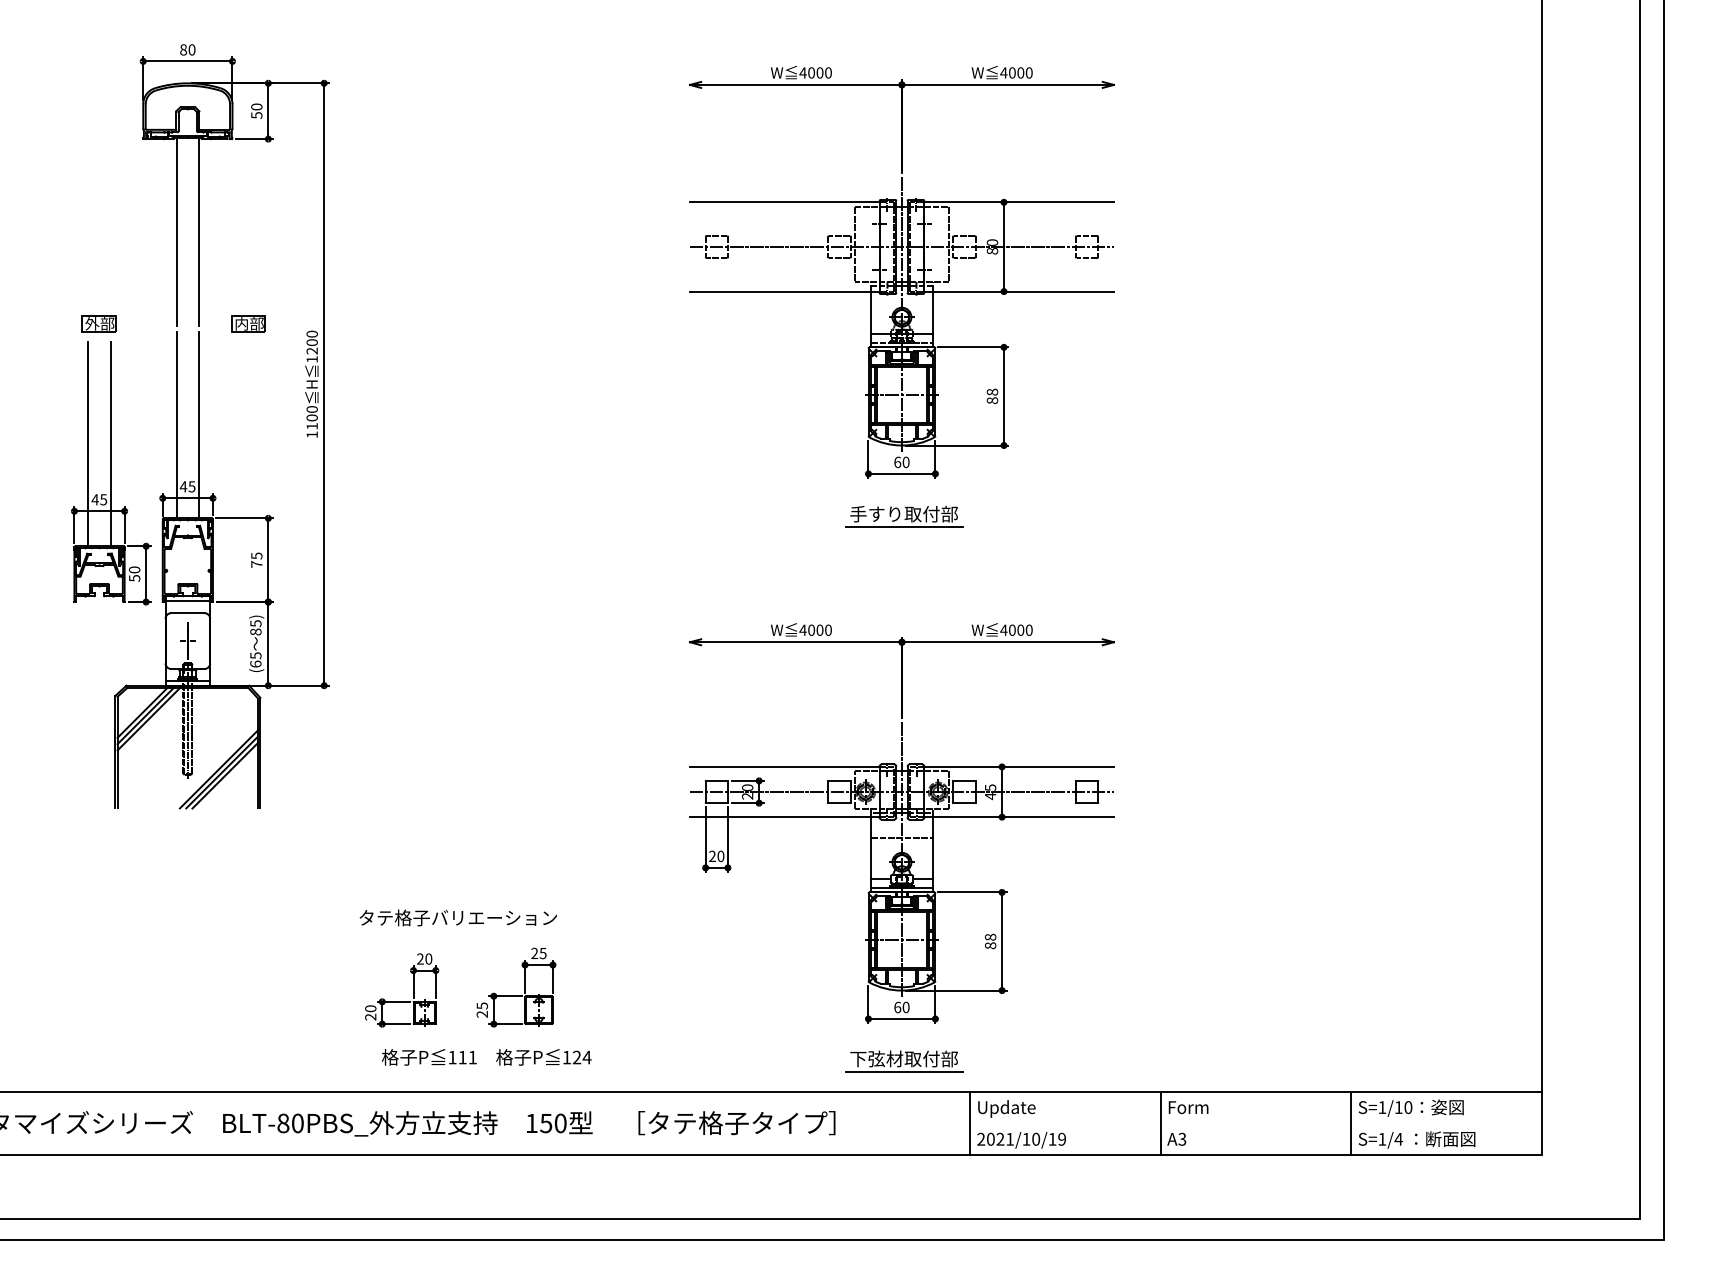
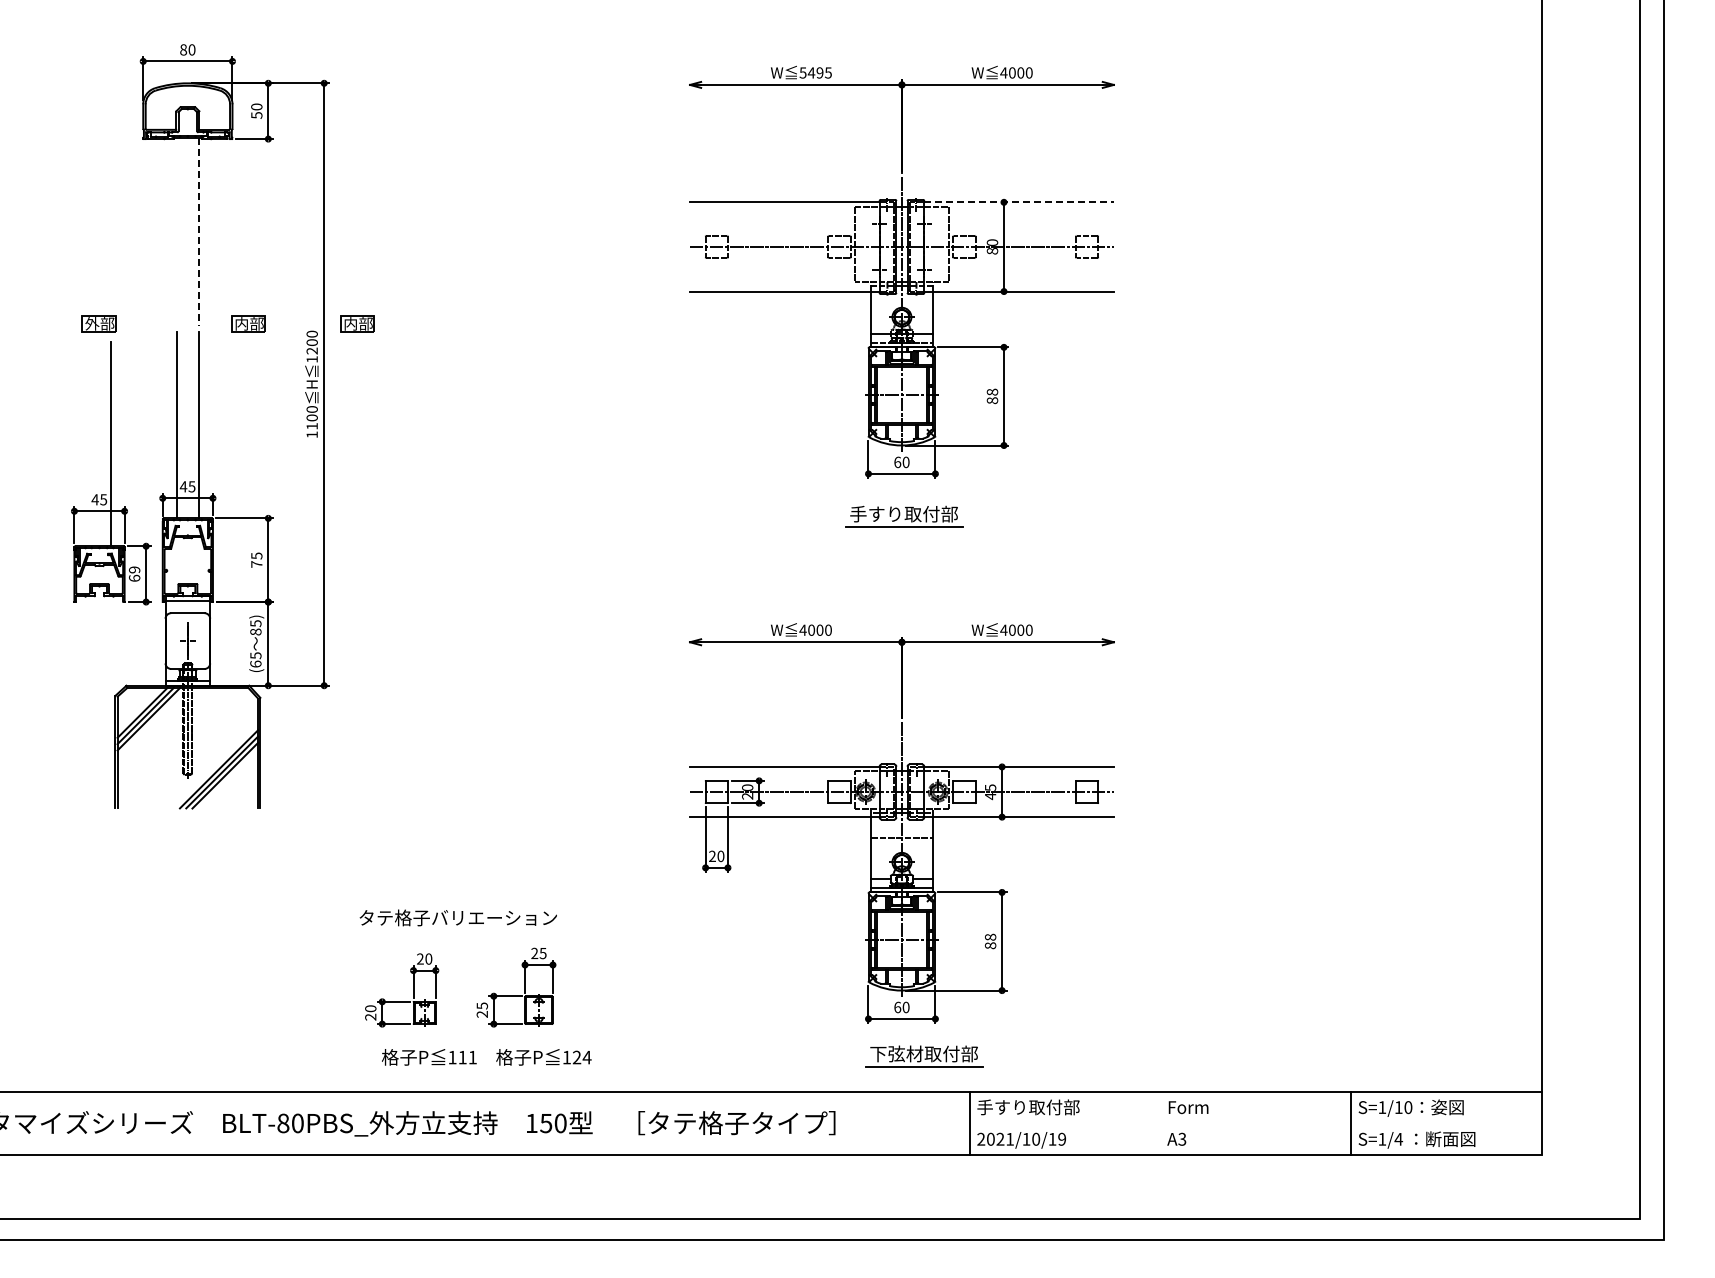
text at (815, 72): 4000 -> 5495
line at (1019, 202): solid -> dashed
line at (176, 231): present -> none
line at (199, 232): solid -> dashed
part at (357, 323): none -> present
line at (88, 444): present -> none
text at (134, 573): 50 -> 69
part at (904, 1061) position: (904, 1061) -> (924, 1056)
text at (1028, 1108): Update -> 手すり取付部
line at (1160, 1123): present -> none
